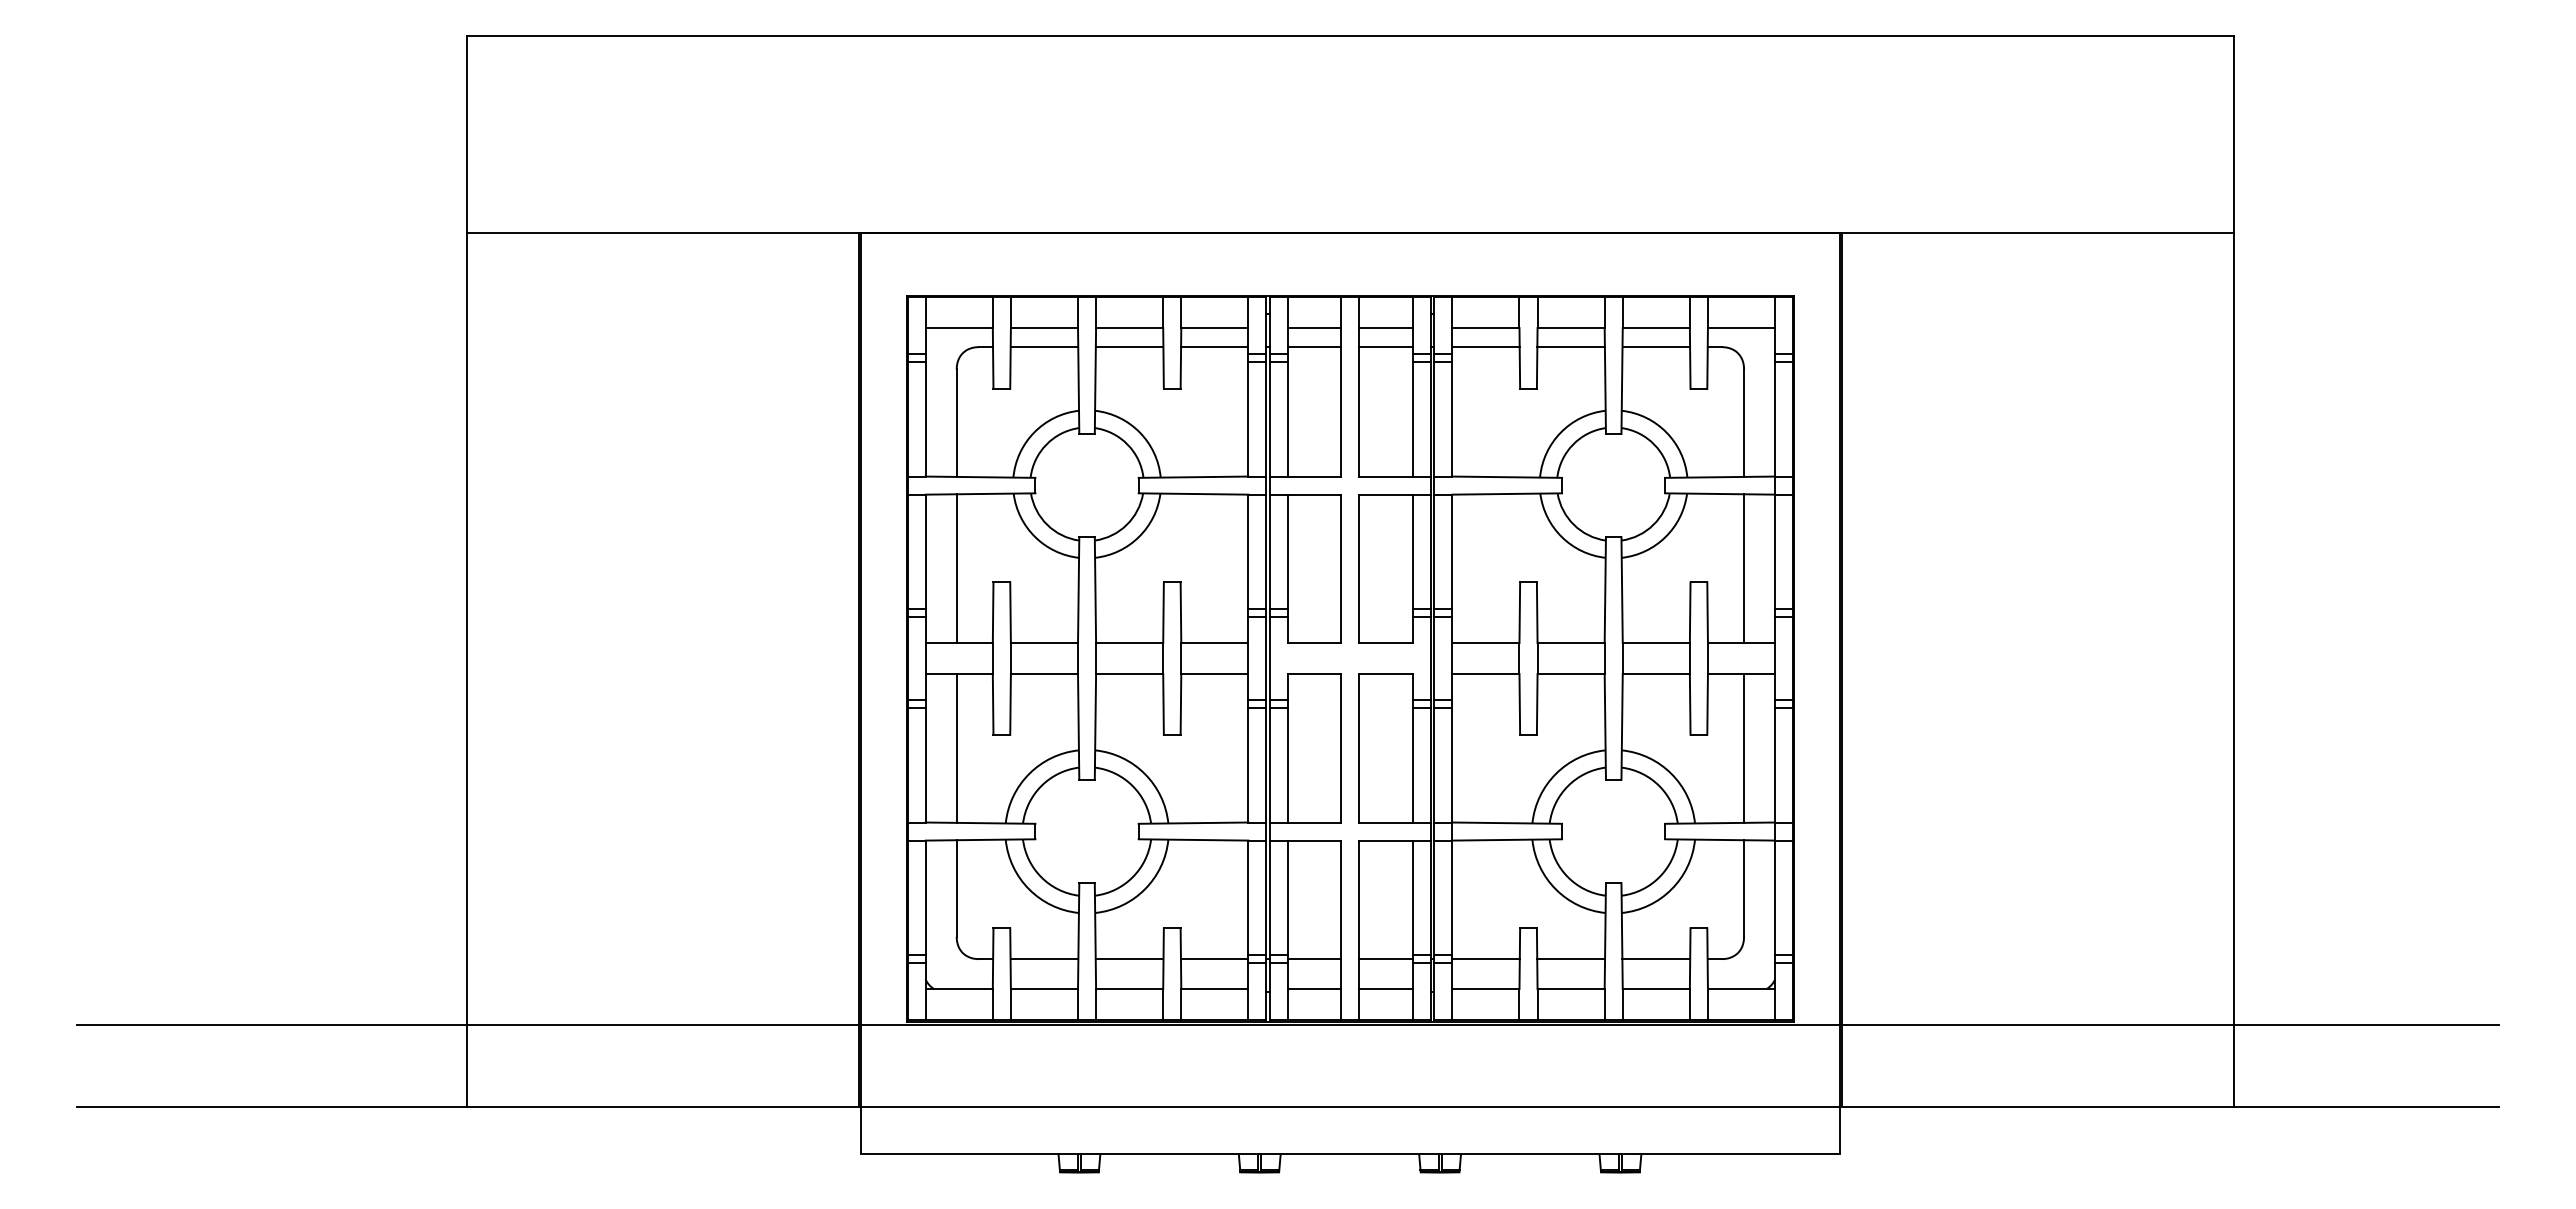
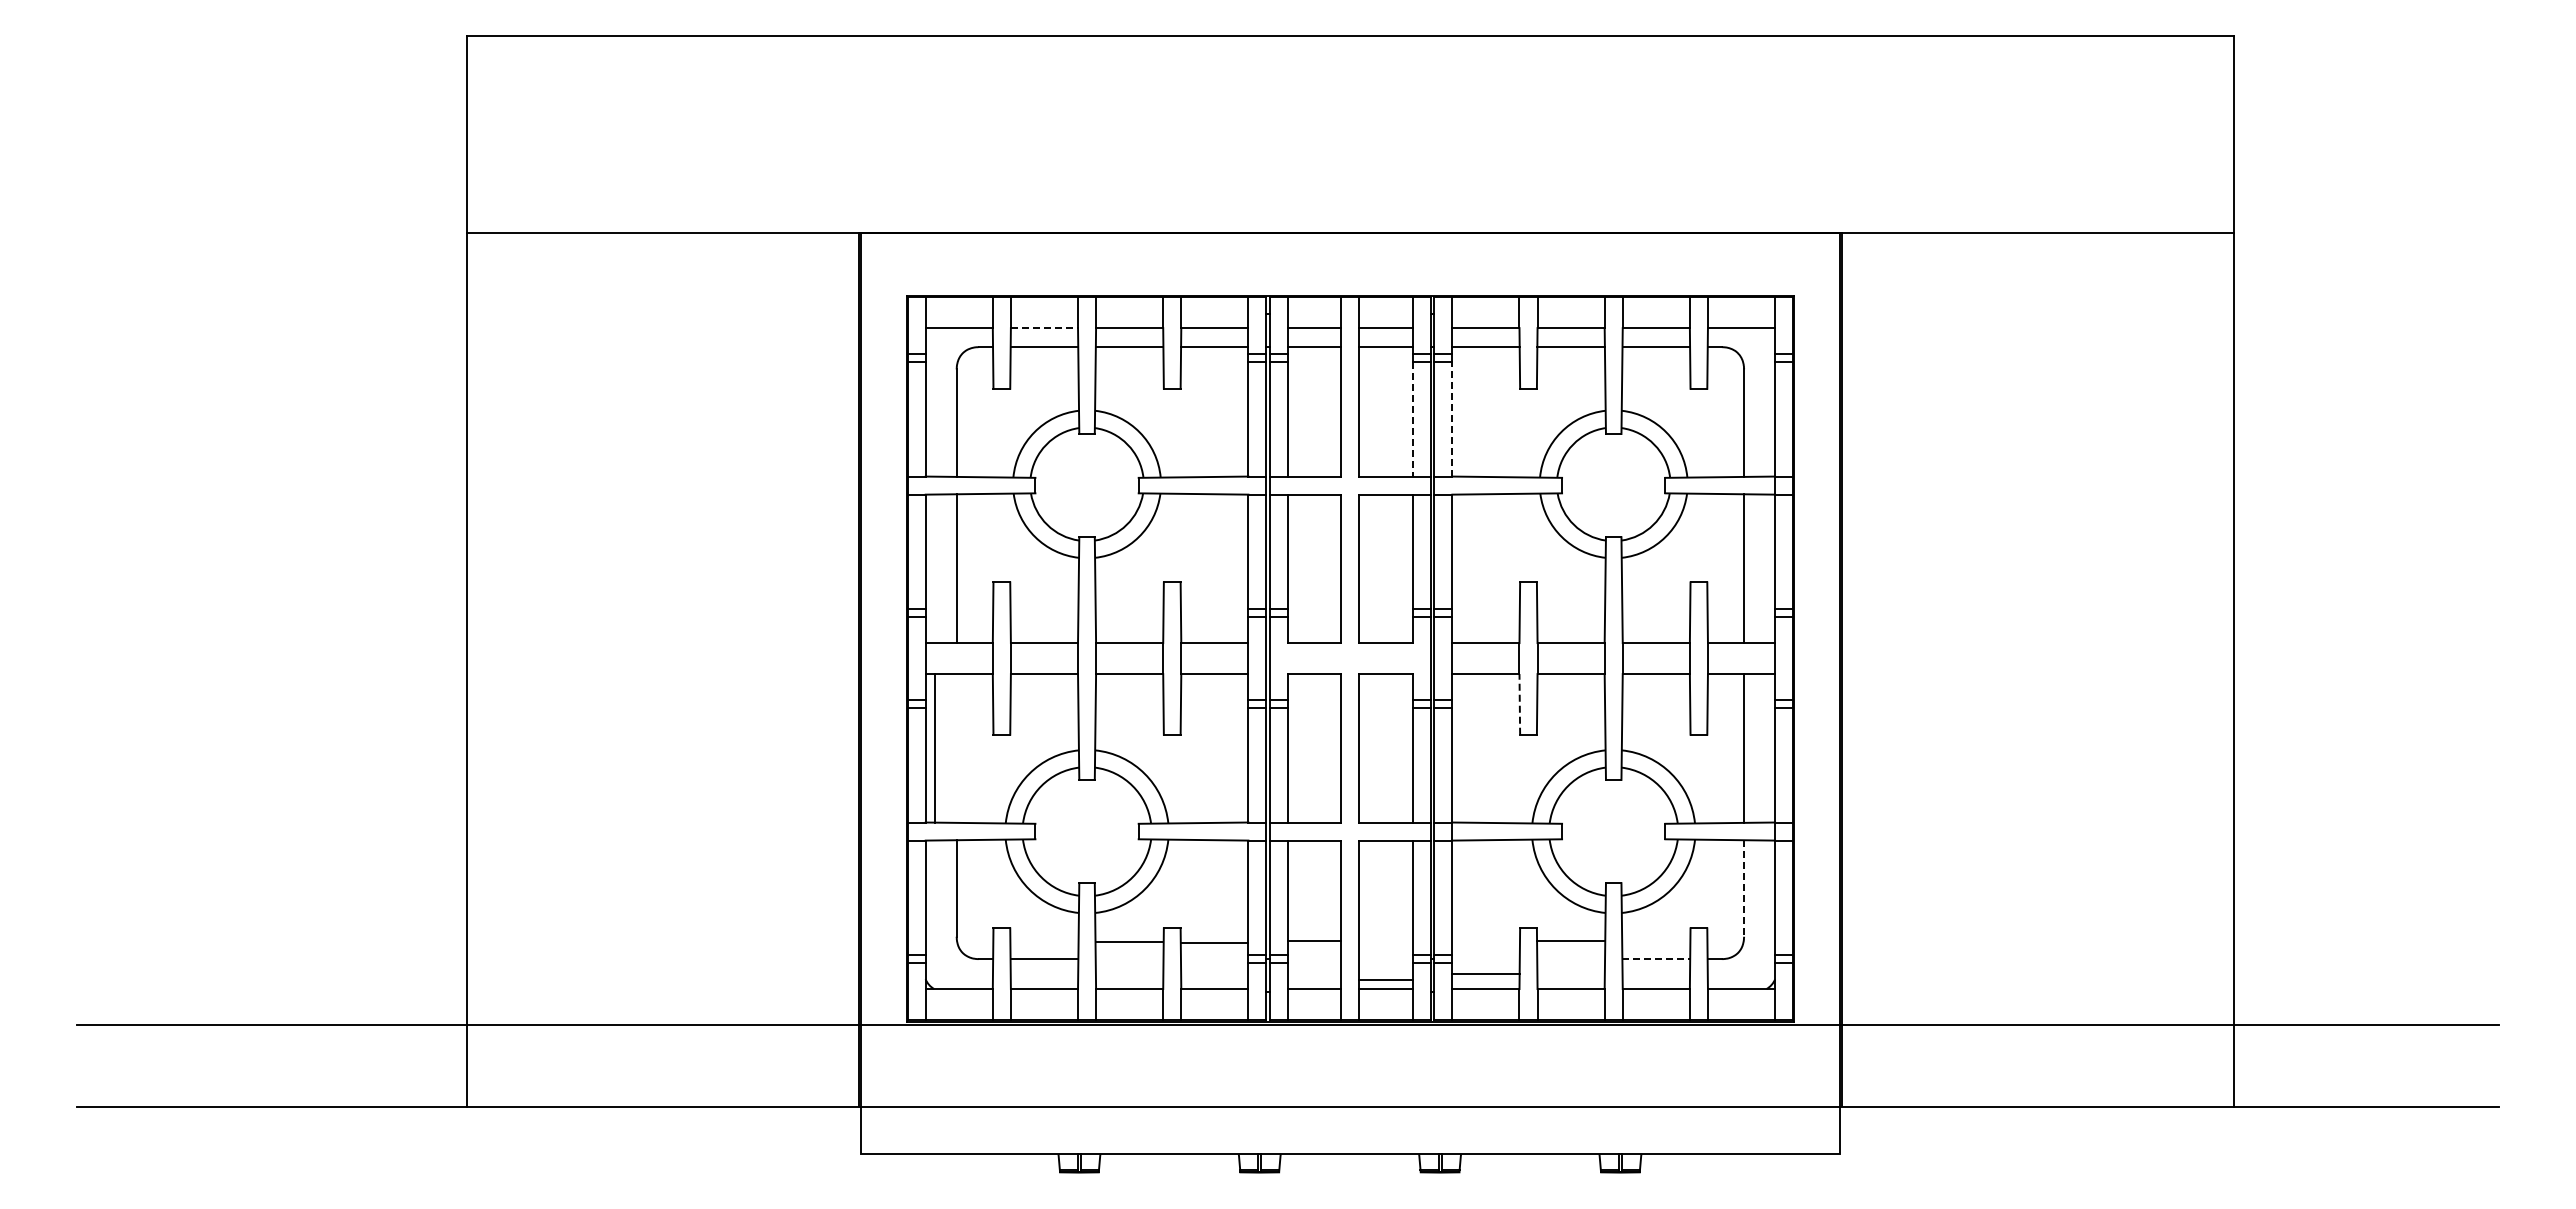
line at (1044, 328): solid -> dashed
line at (1452, 418): solid -> dashed
line at (1412, 419): solid -> dashed
line at (1519, 703): solid -> dashed
line at (956, 748) position: (956, 748) -> (934, 748)
line at (1744, 888): solid -> dashed
line at (1129, 959) position: (1129, 959) -> (1129, 942)
line at (1214, 959) position: (1214, 959) -> (1214, 943)
line at (1314, 959) position: (1314, 959) -> (1314, 941)
line at (1385, 959) position: (1385, 959) -> (1385, 980)
line at (1485, 959) position: (1485, 959) -> (1485, 974)
line at (1571, 959) position: (1571, 959) -> (1571, 941)
line at (1656, 959): solid -> dashed
